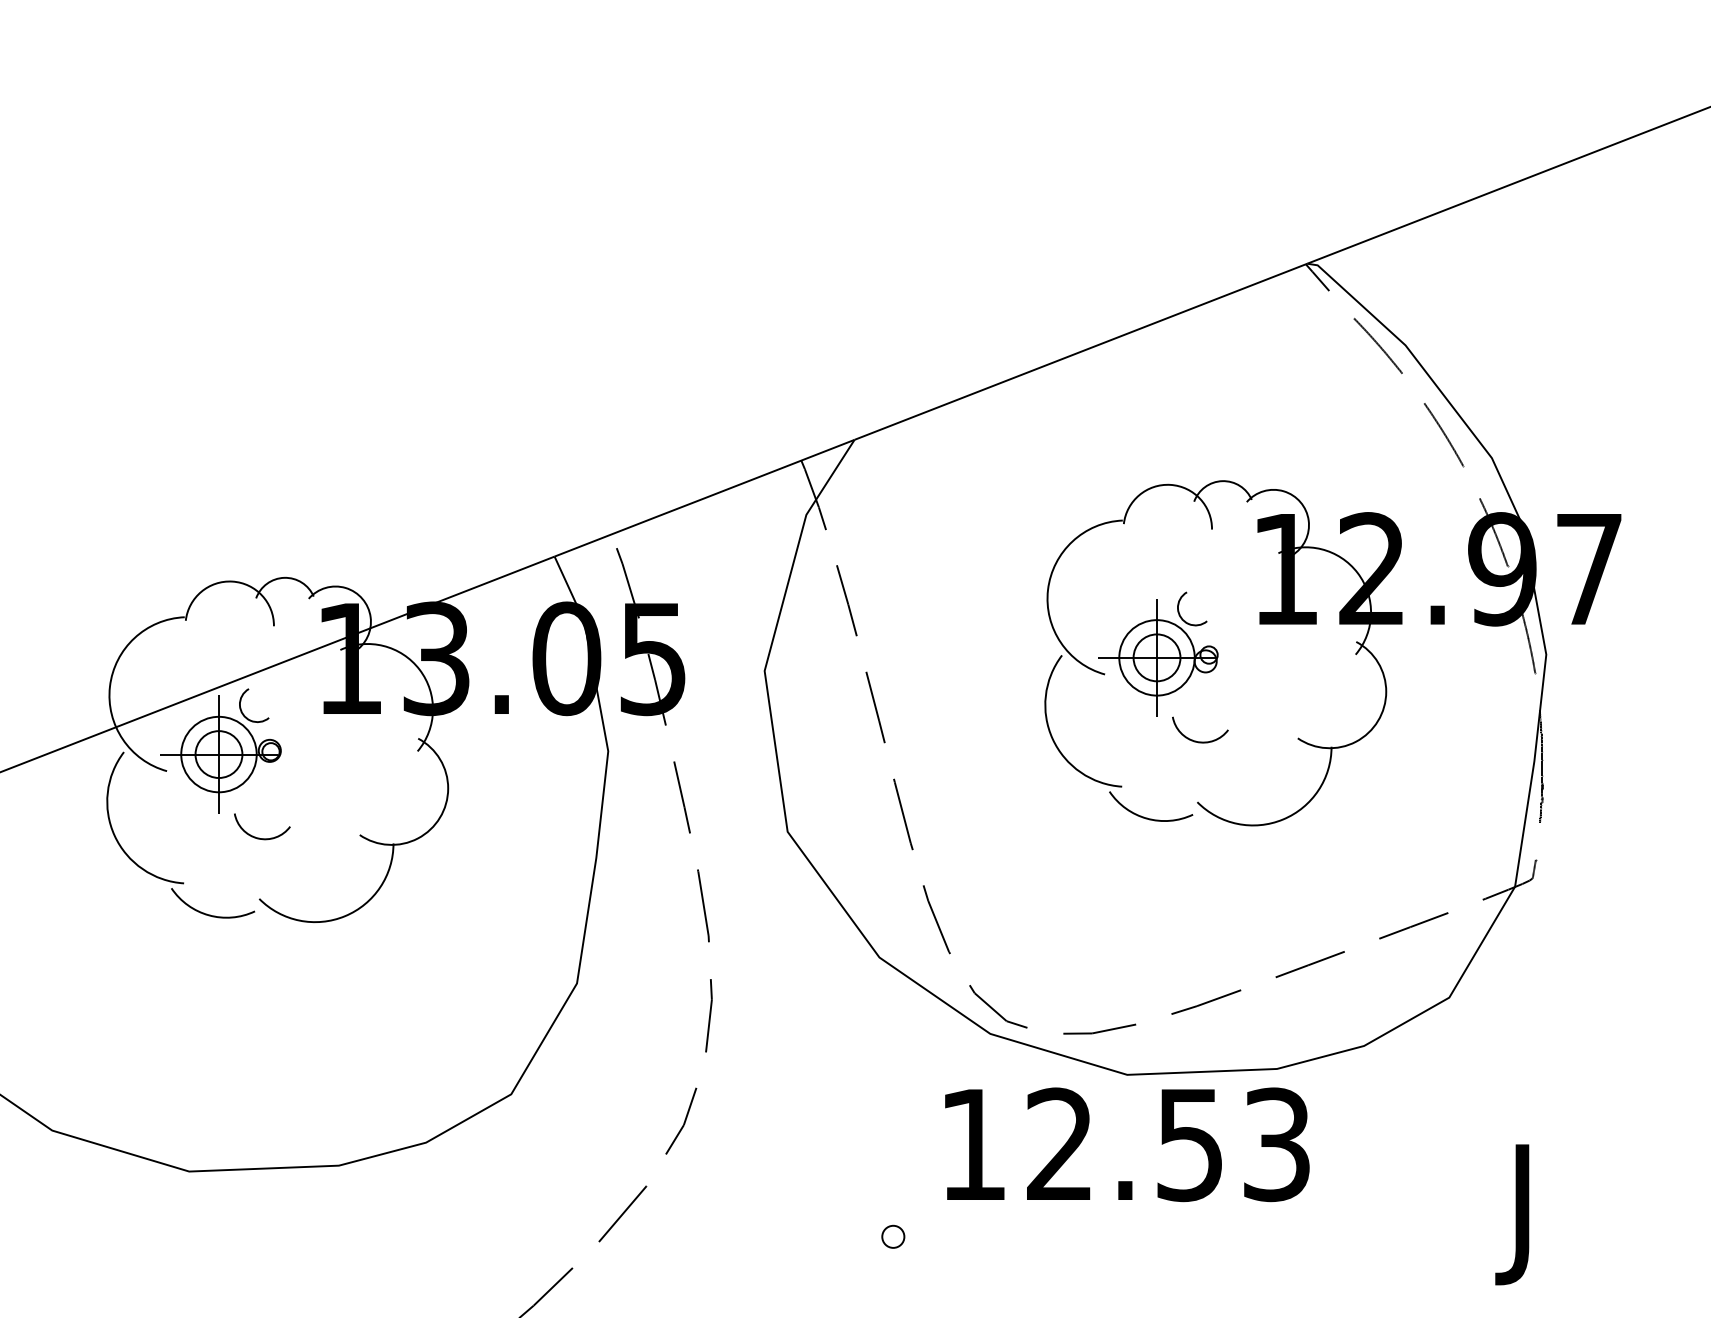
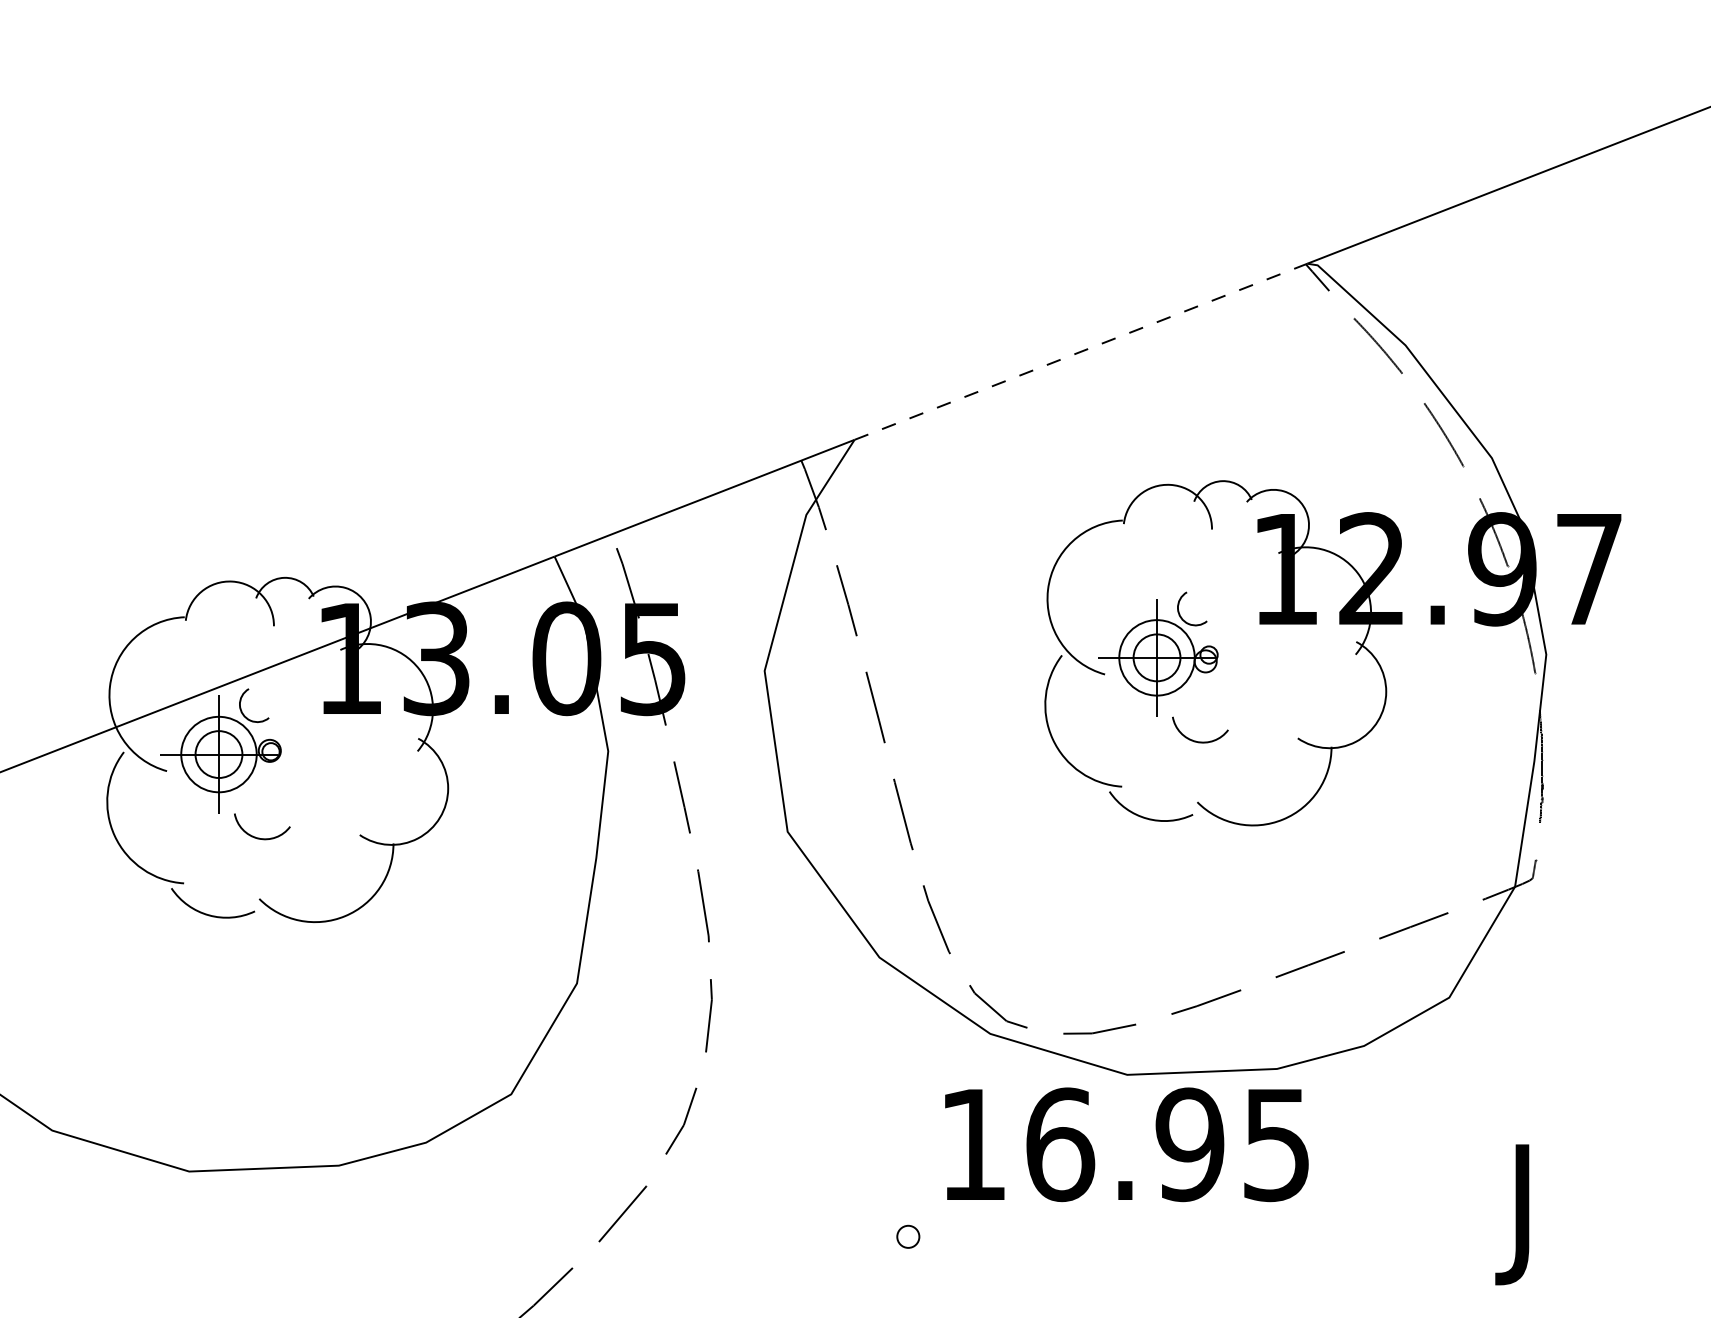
line at (1080, 351): solid -> dashed
text at (1167, 1144): 12.53 -> 16.95
part at (893, 1236) position: (893, 1236) -> (908, 1236)
